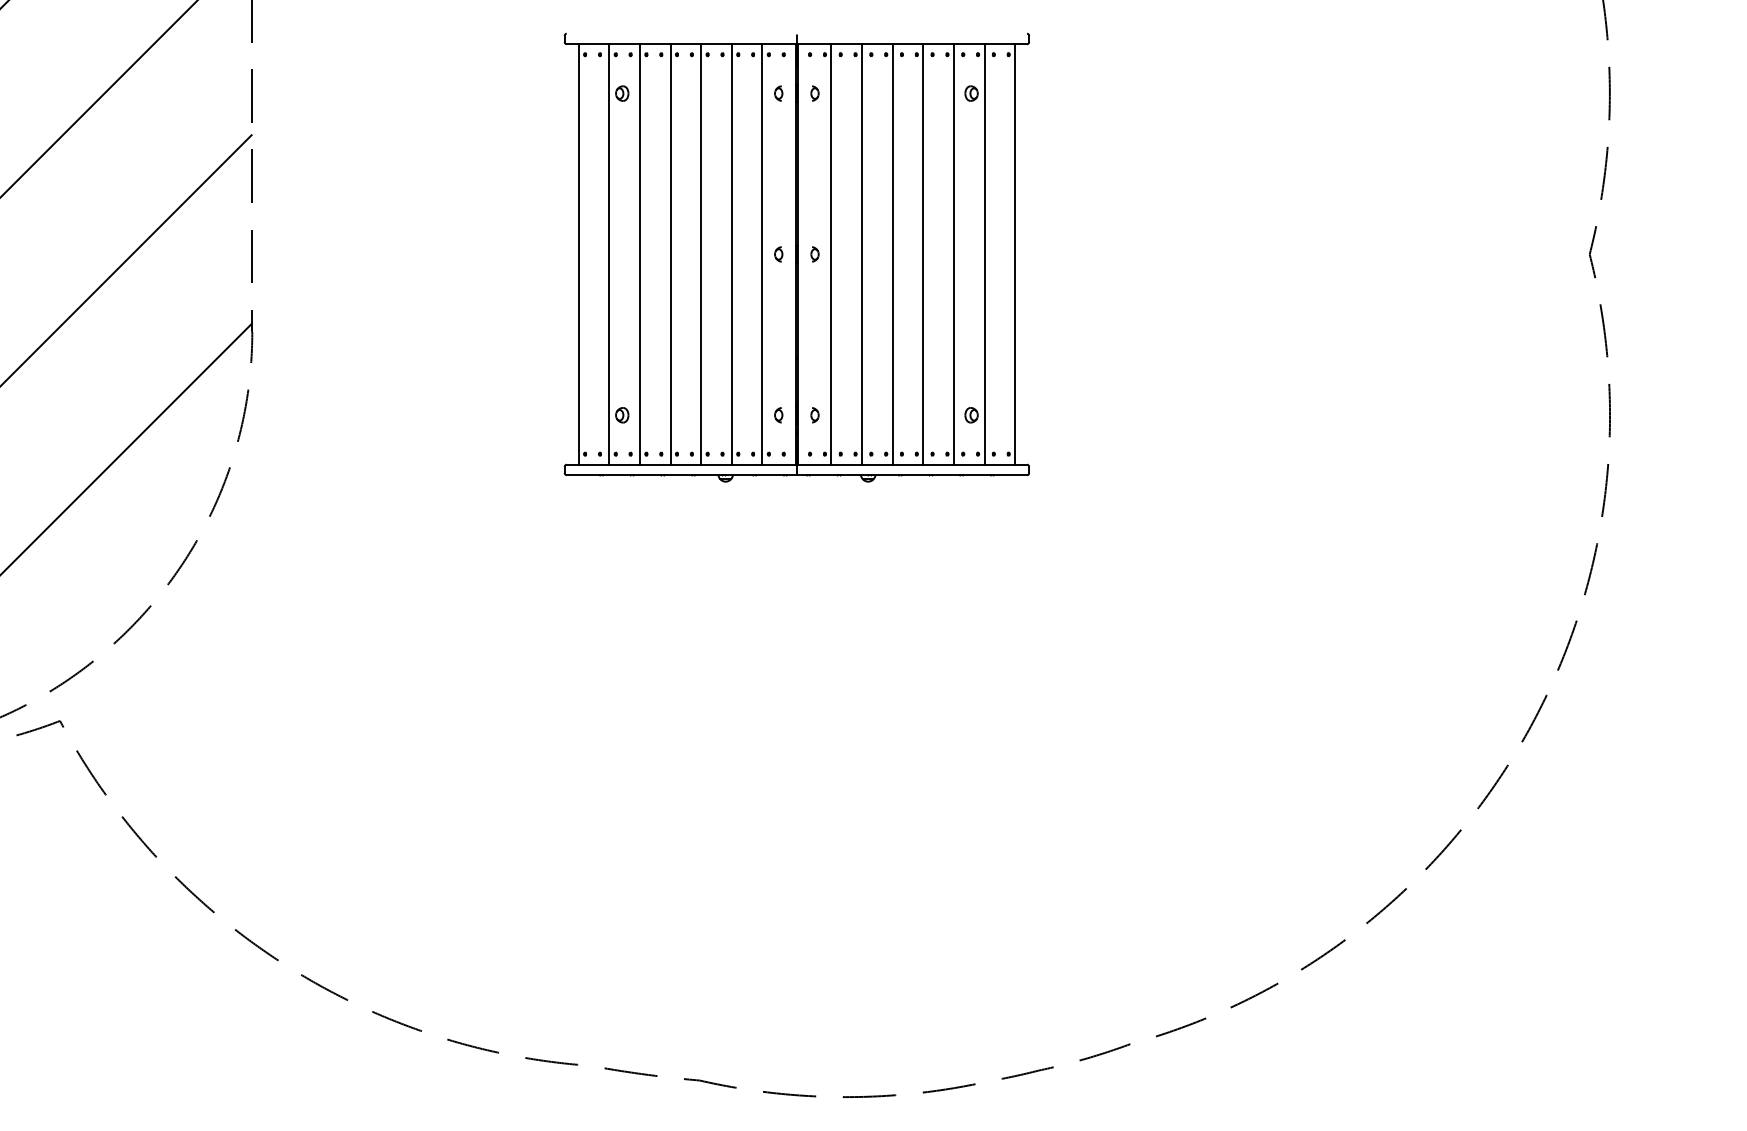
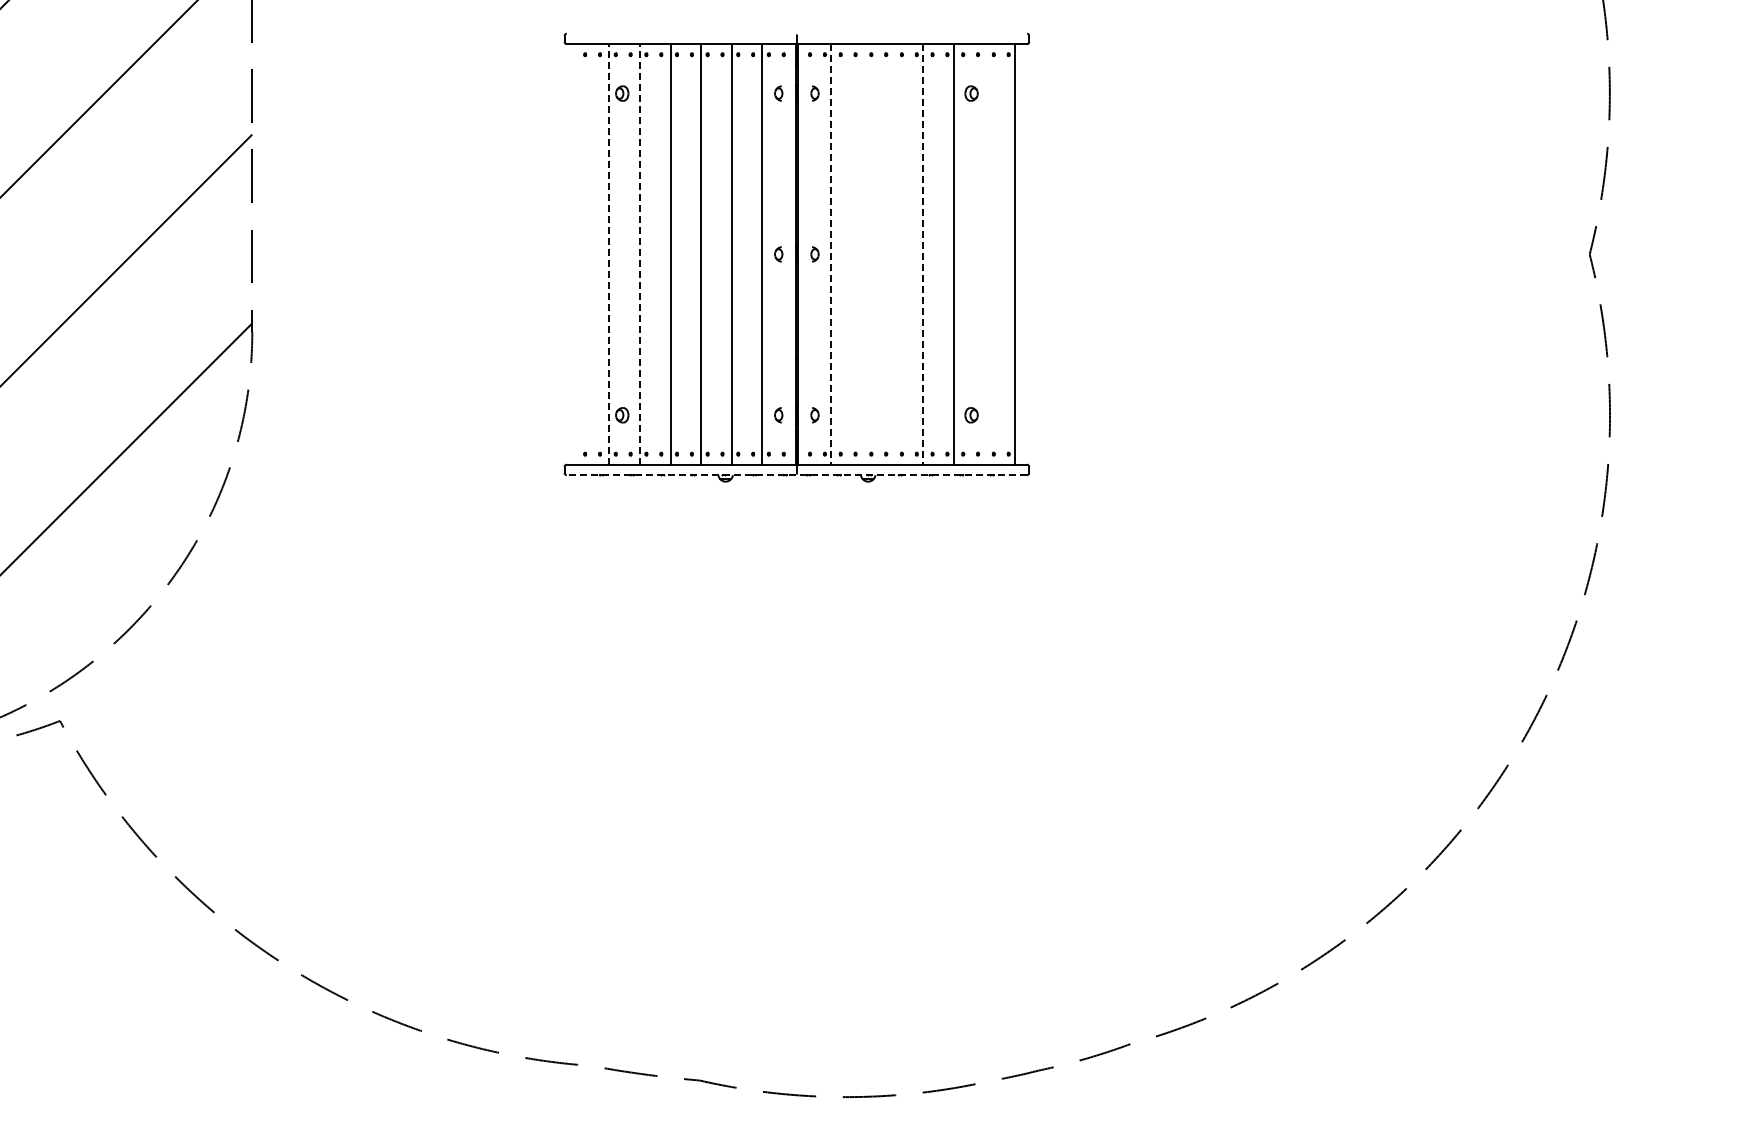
line at (609, 253): solid -> dashed
line at (639, 253): solid -> dashed
line at (578, 254): present -> none
line at (831, 254): solid -> dashed
line at (862, 254): present -> none
line at (892, 254): present -> none
line at (923, 254): solid -> dashed
line at (984, 254): present -> none
line at (796, 475): solid -> dashed
